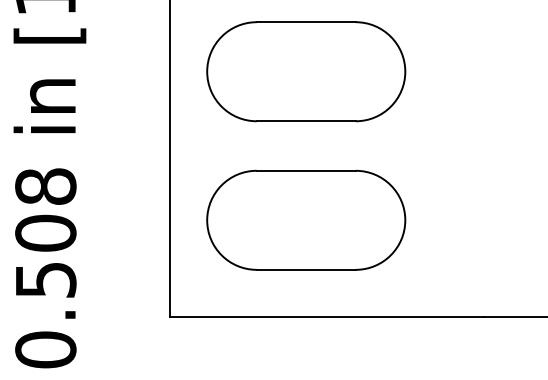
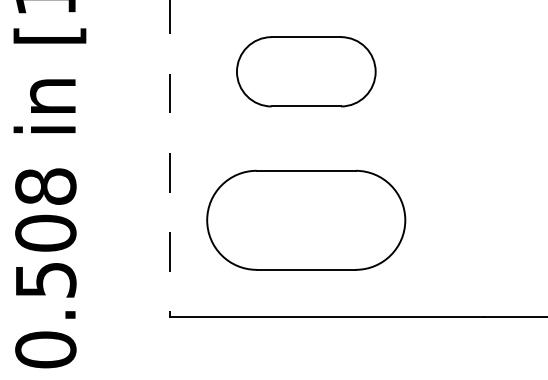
part at (306, 71) size: 201x102 px -> 141x72 px
line at (169, 159): solid -> dashed
